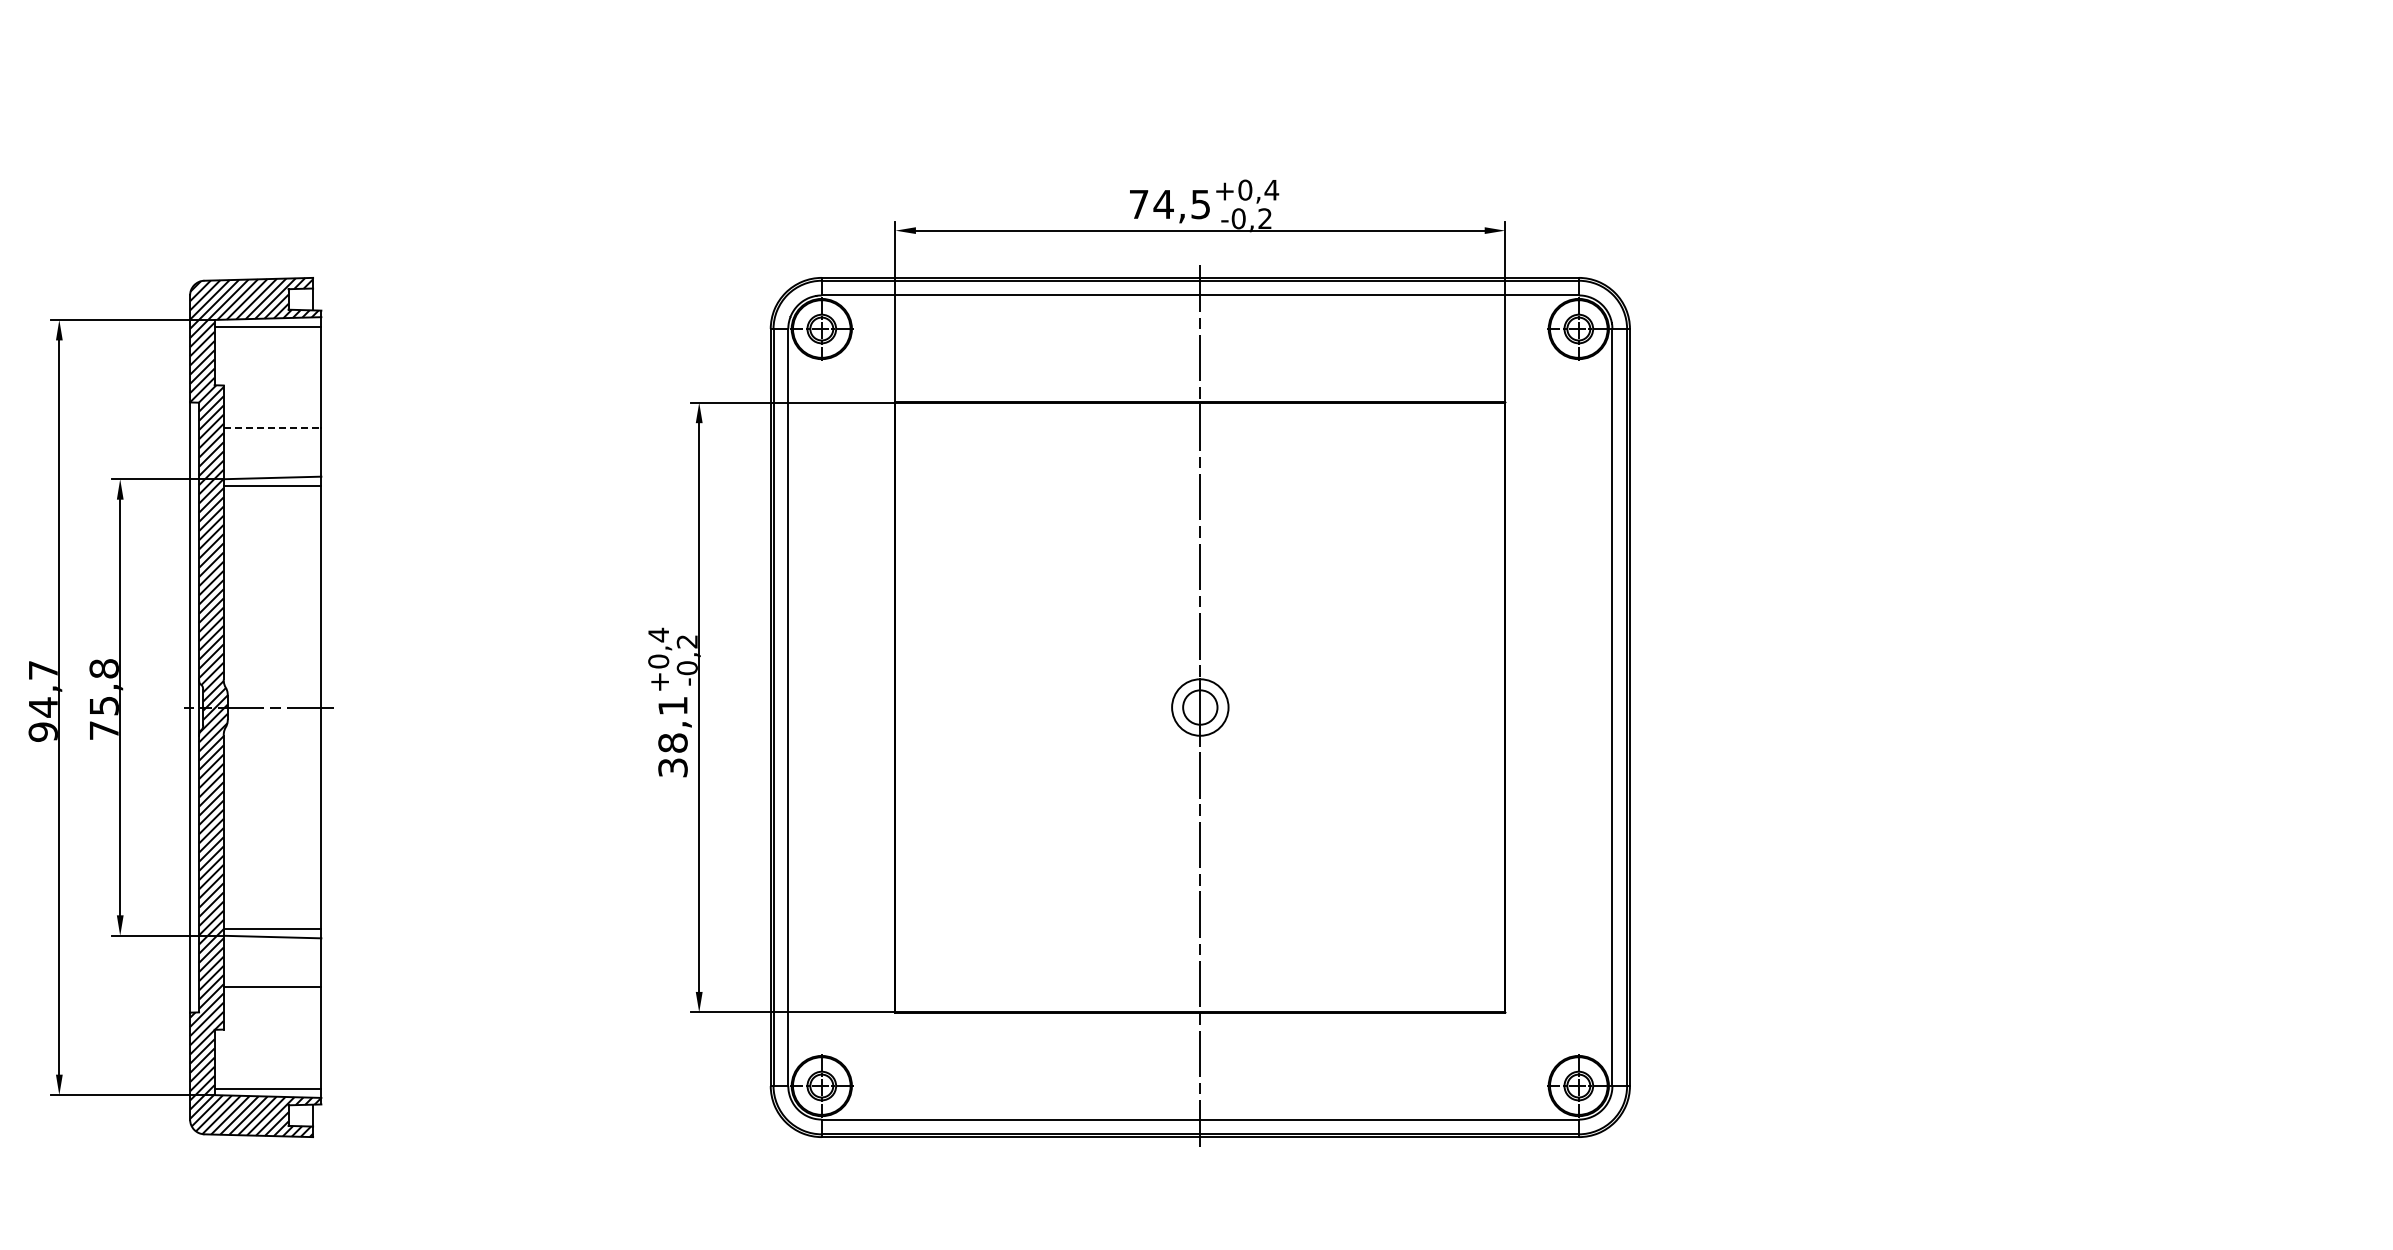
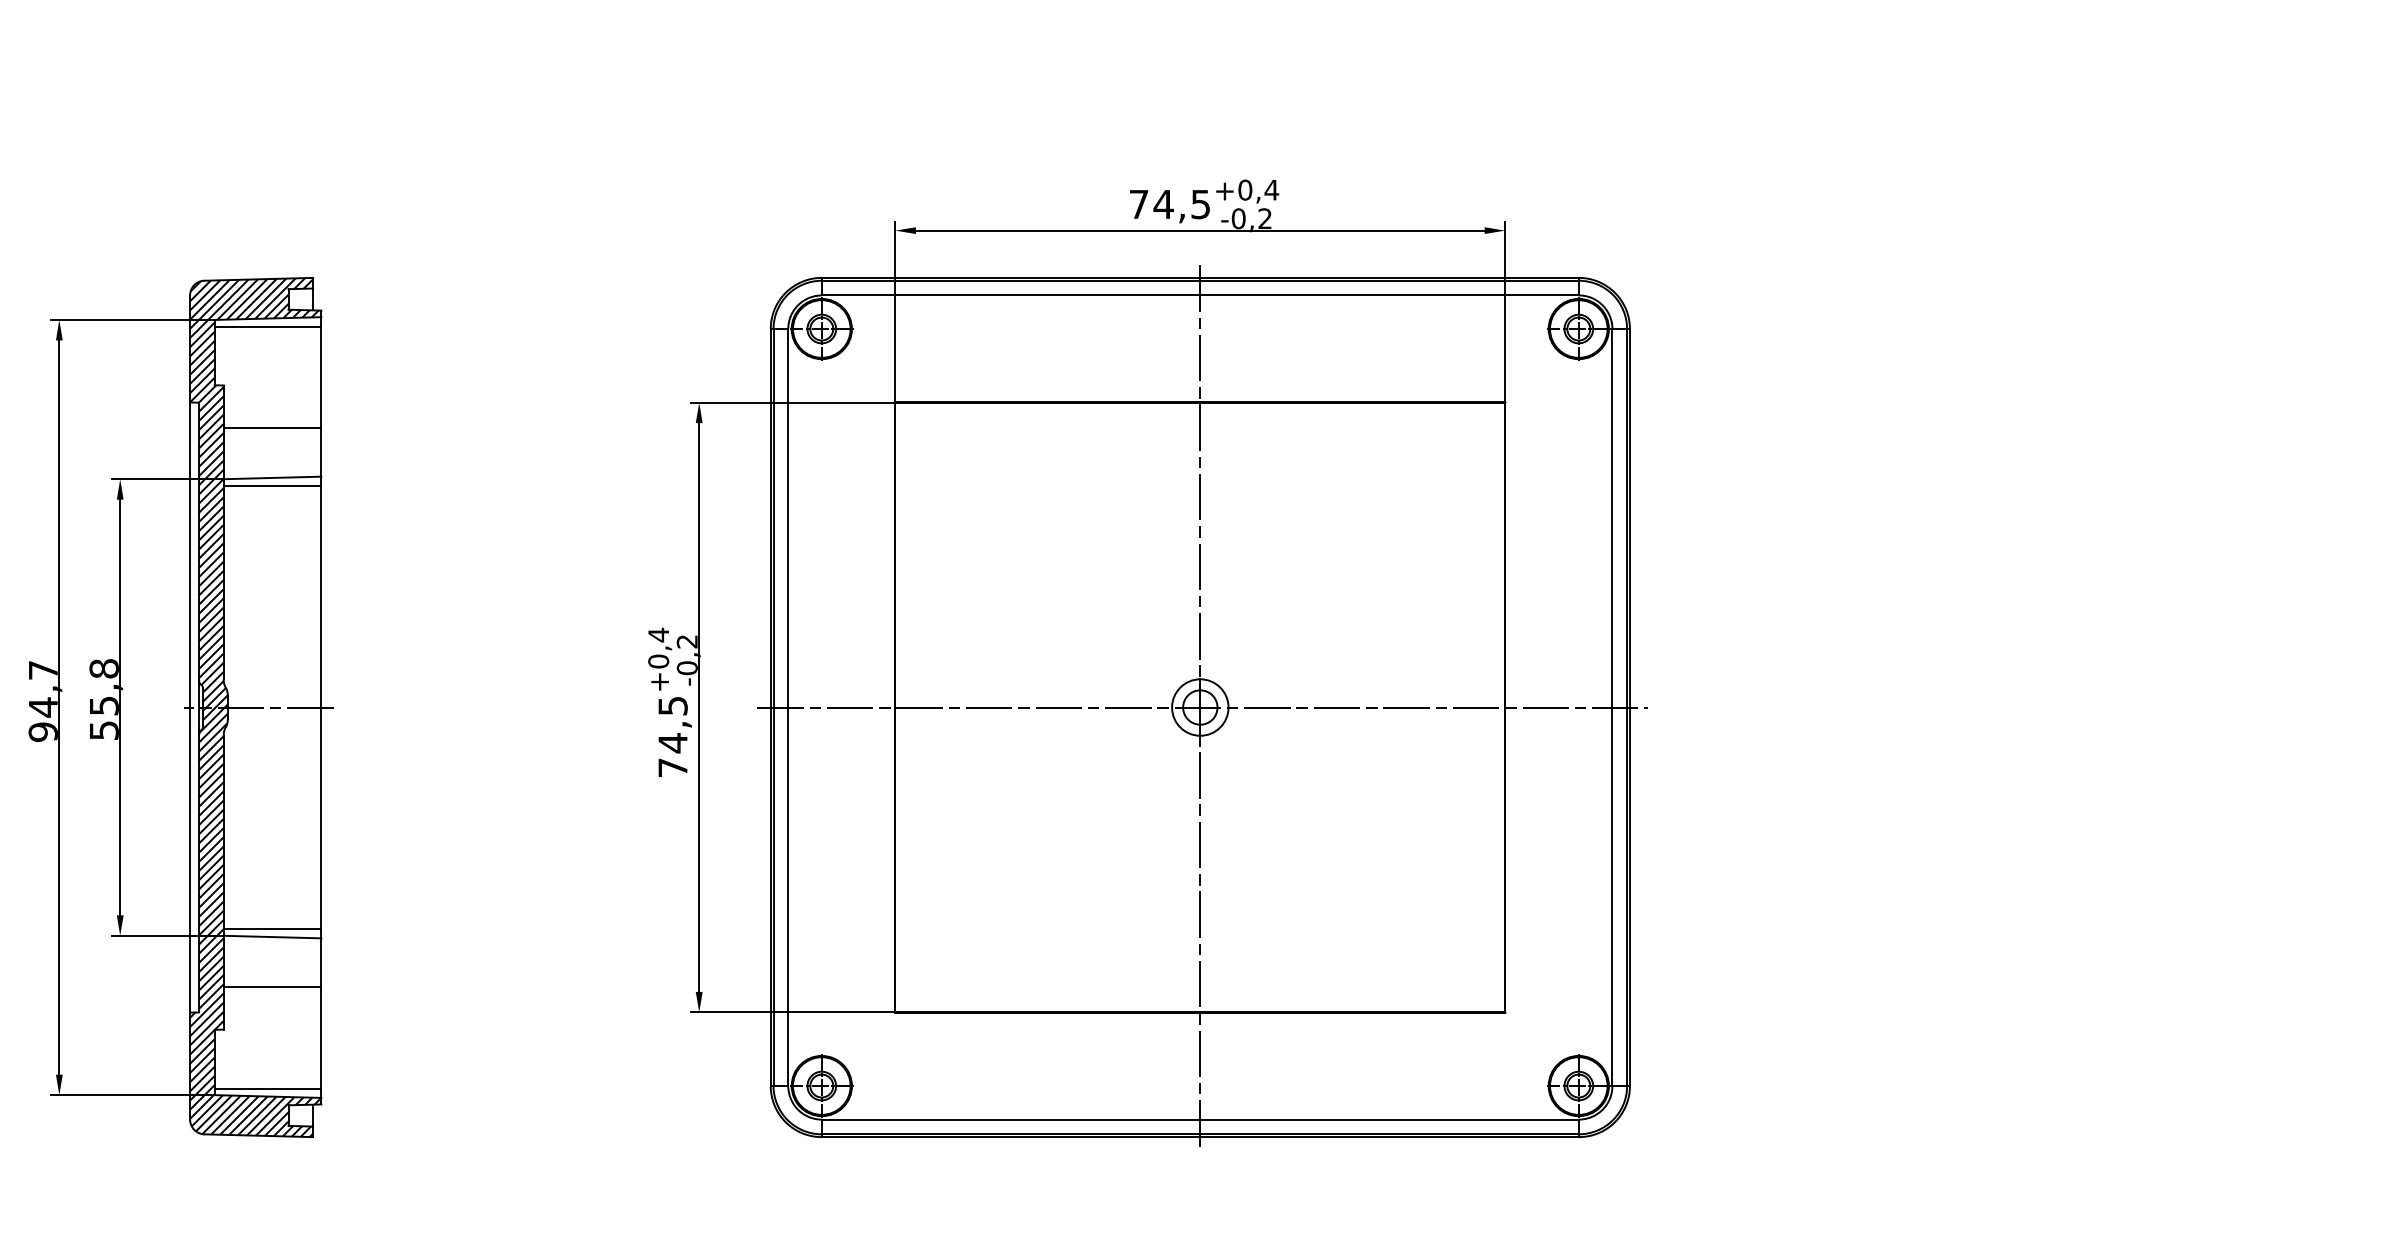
line at (272, 427): dashed -> solid
line at (1202, 707): none -> present
text at (104, 730): 75,8 -> 55,8
text at (672, 737): 38,1 -> 74,5
